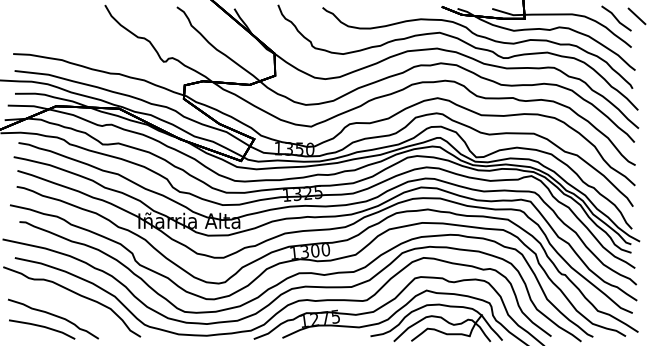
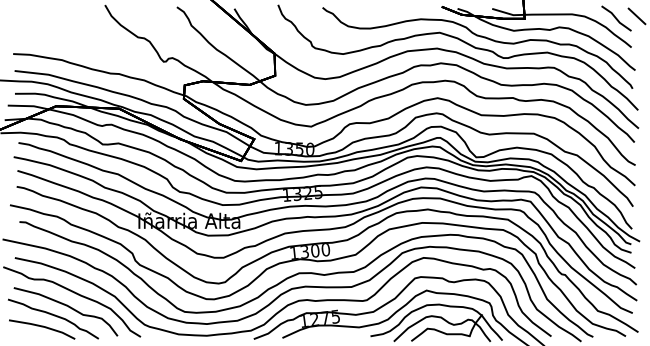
curve at (68, 307): none -> present
